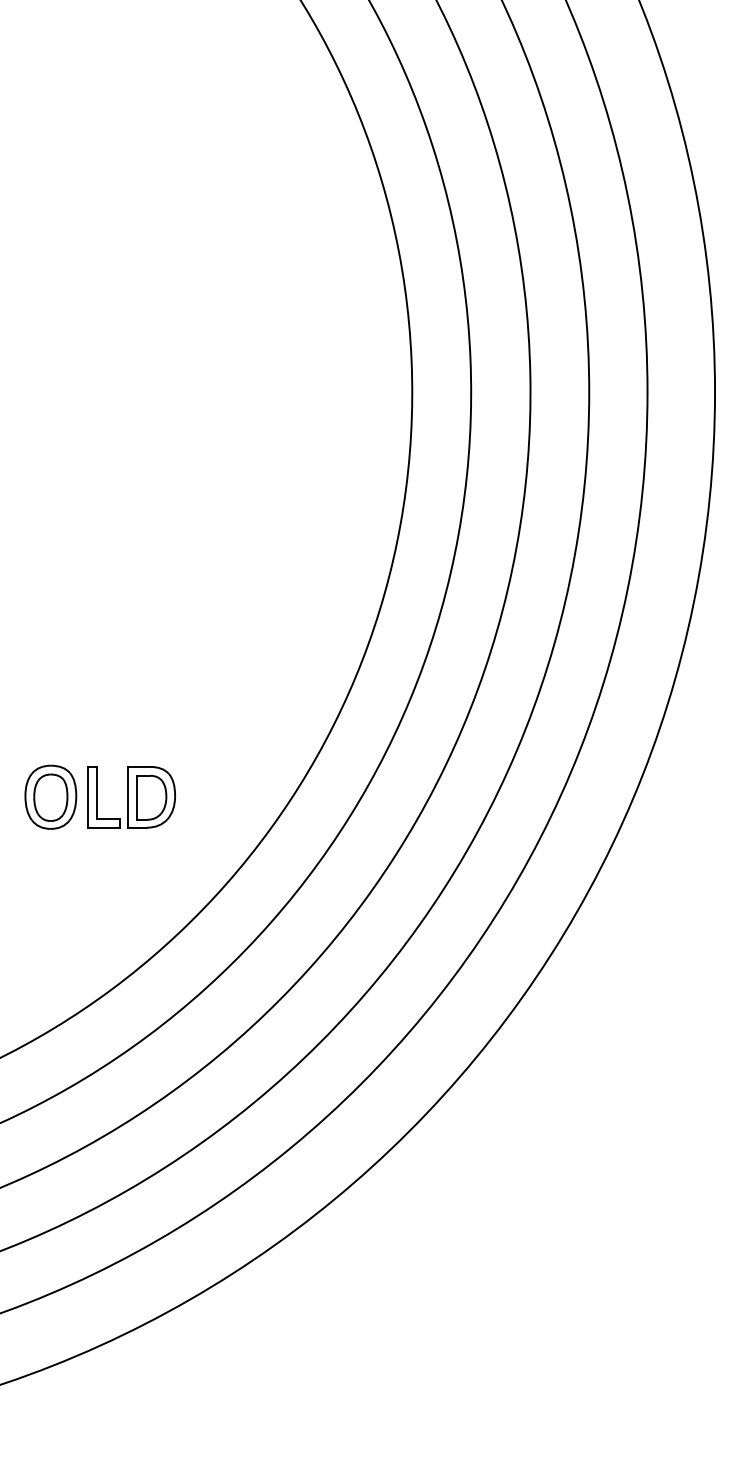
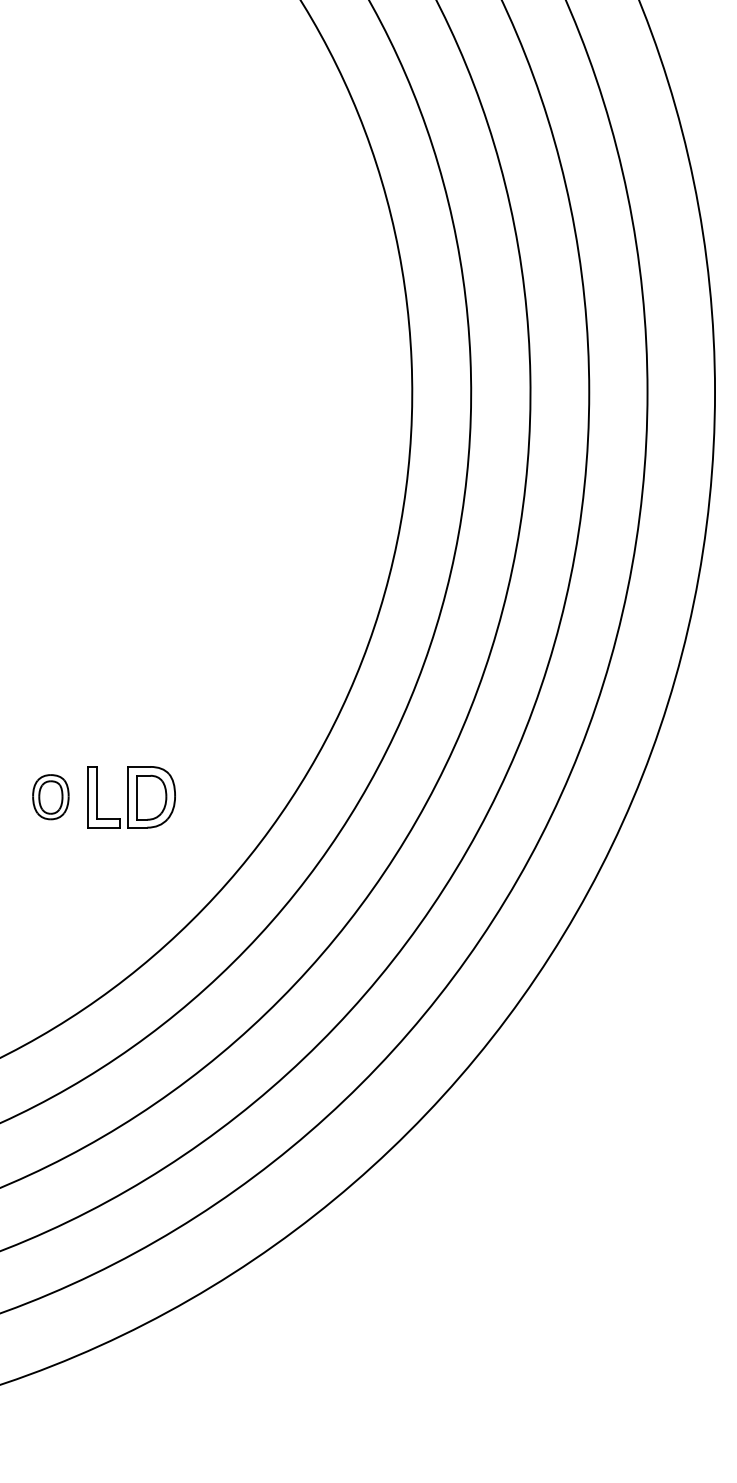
part at (50, 796) size: 54x66 px -> 38x47 px
